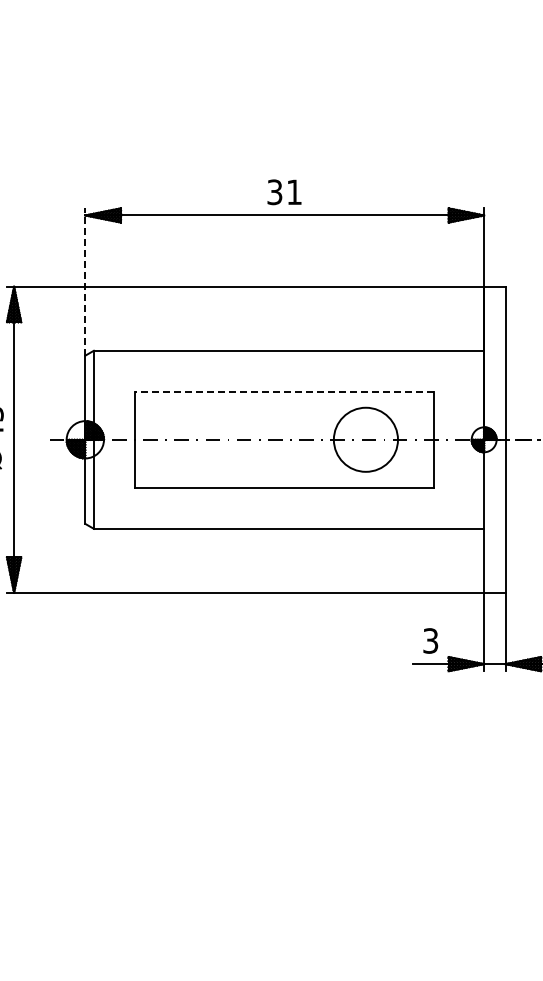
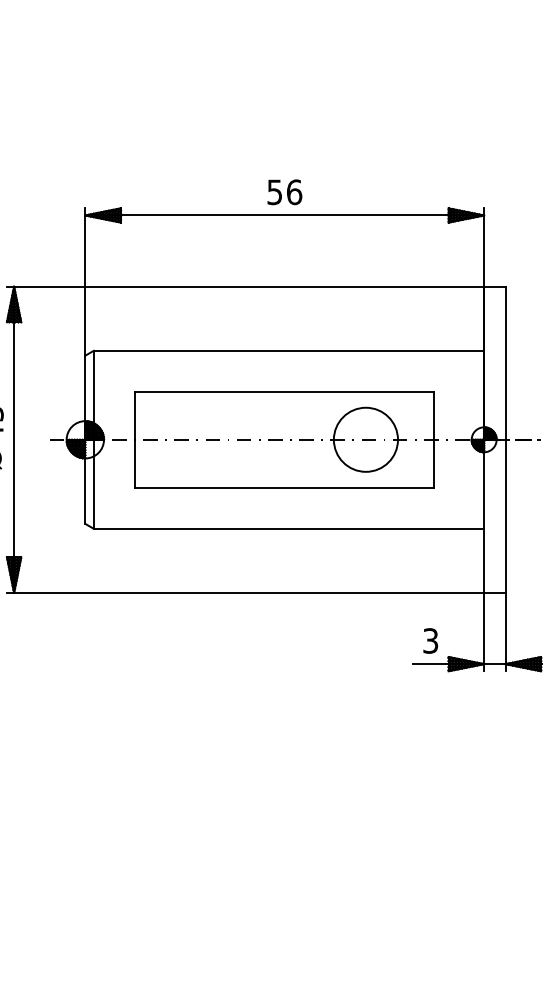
text at (285, 192): 31 -> 56
line at (85, 282): dashed -> solid
line at (284, 391): dashed -> solid
